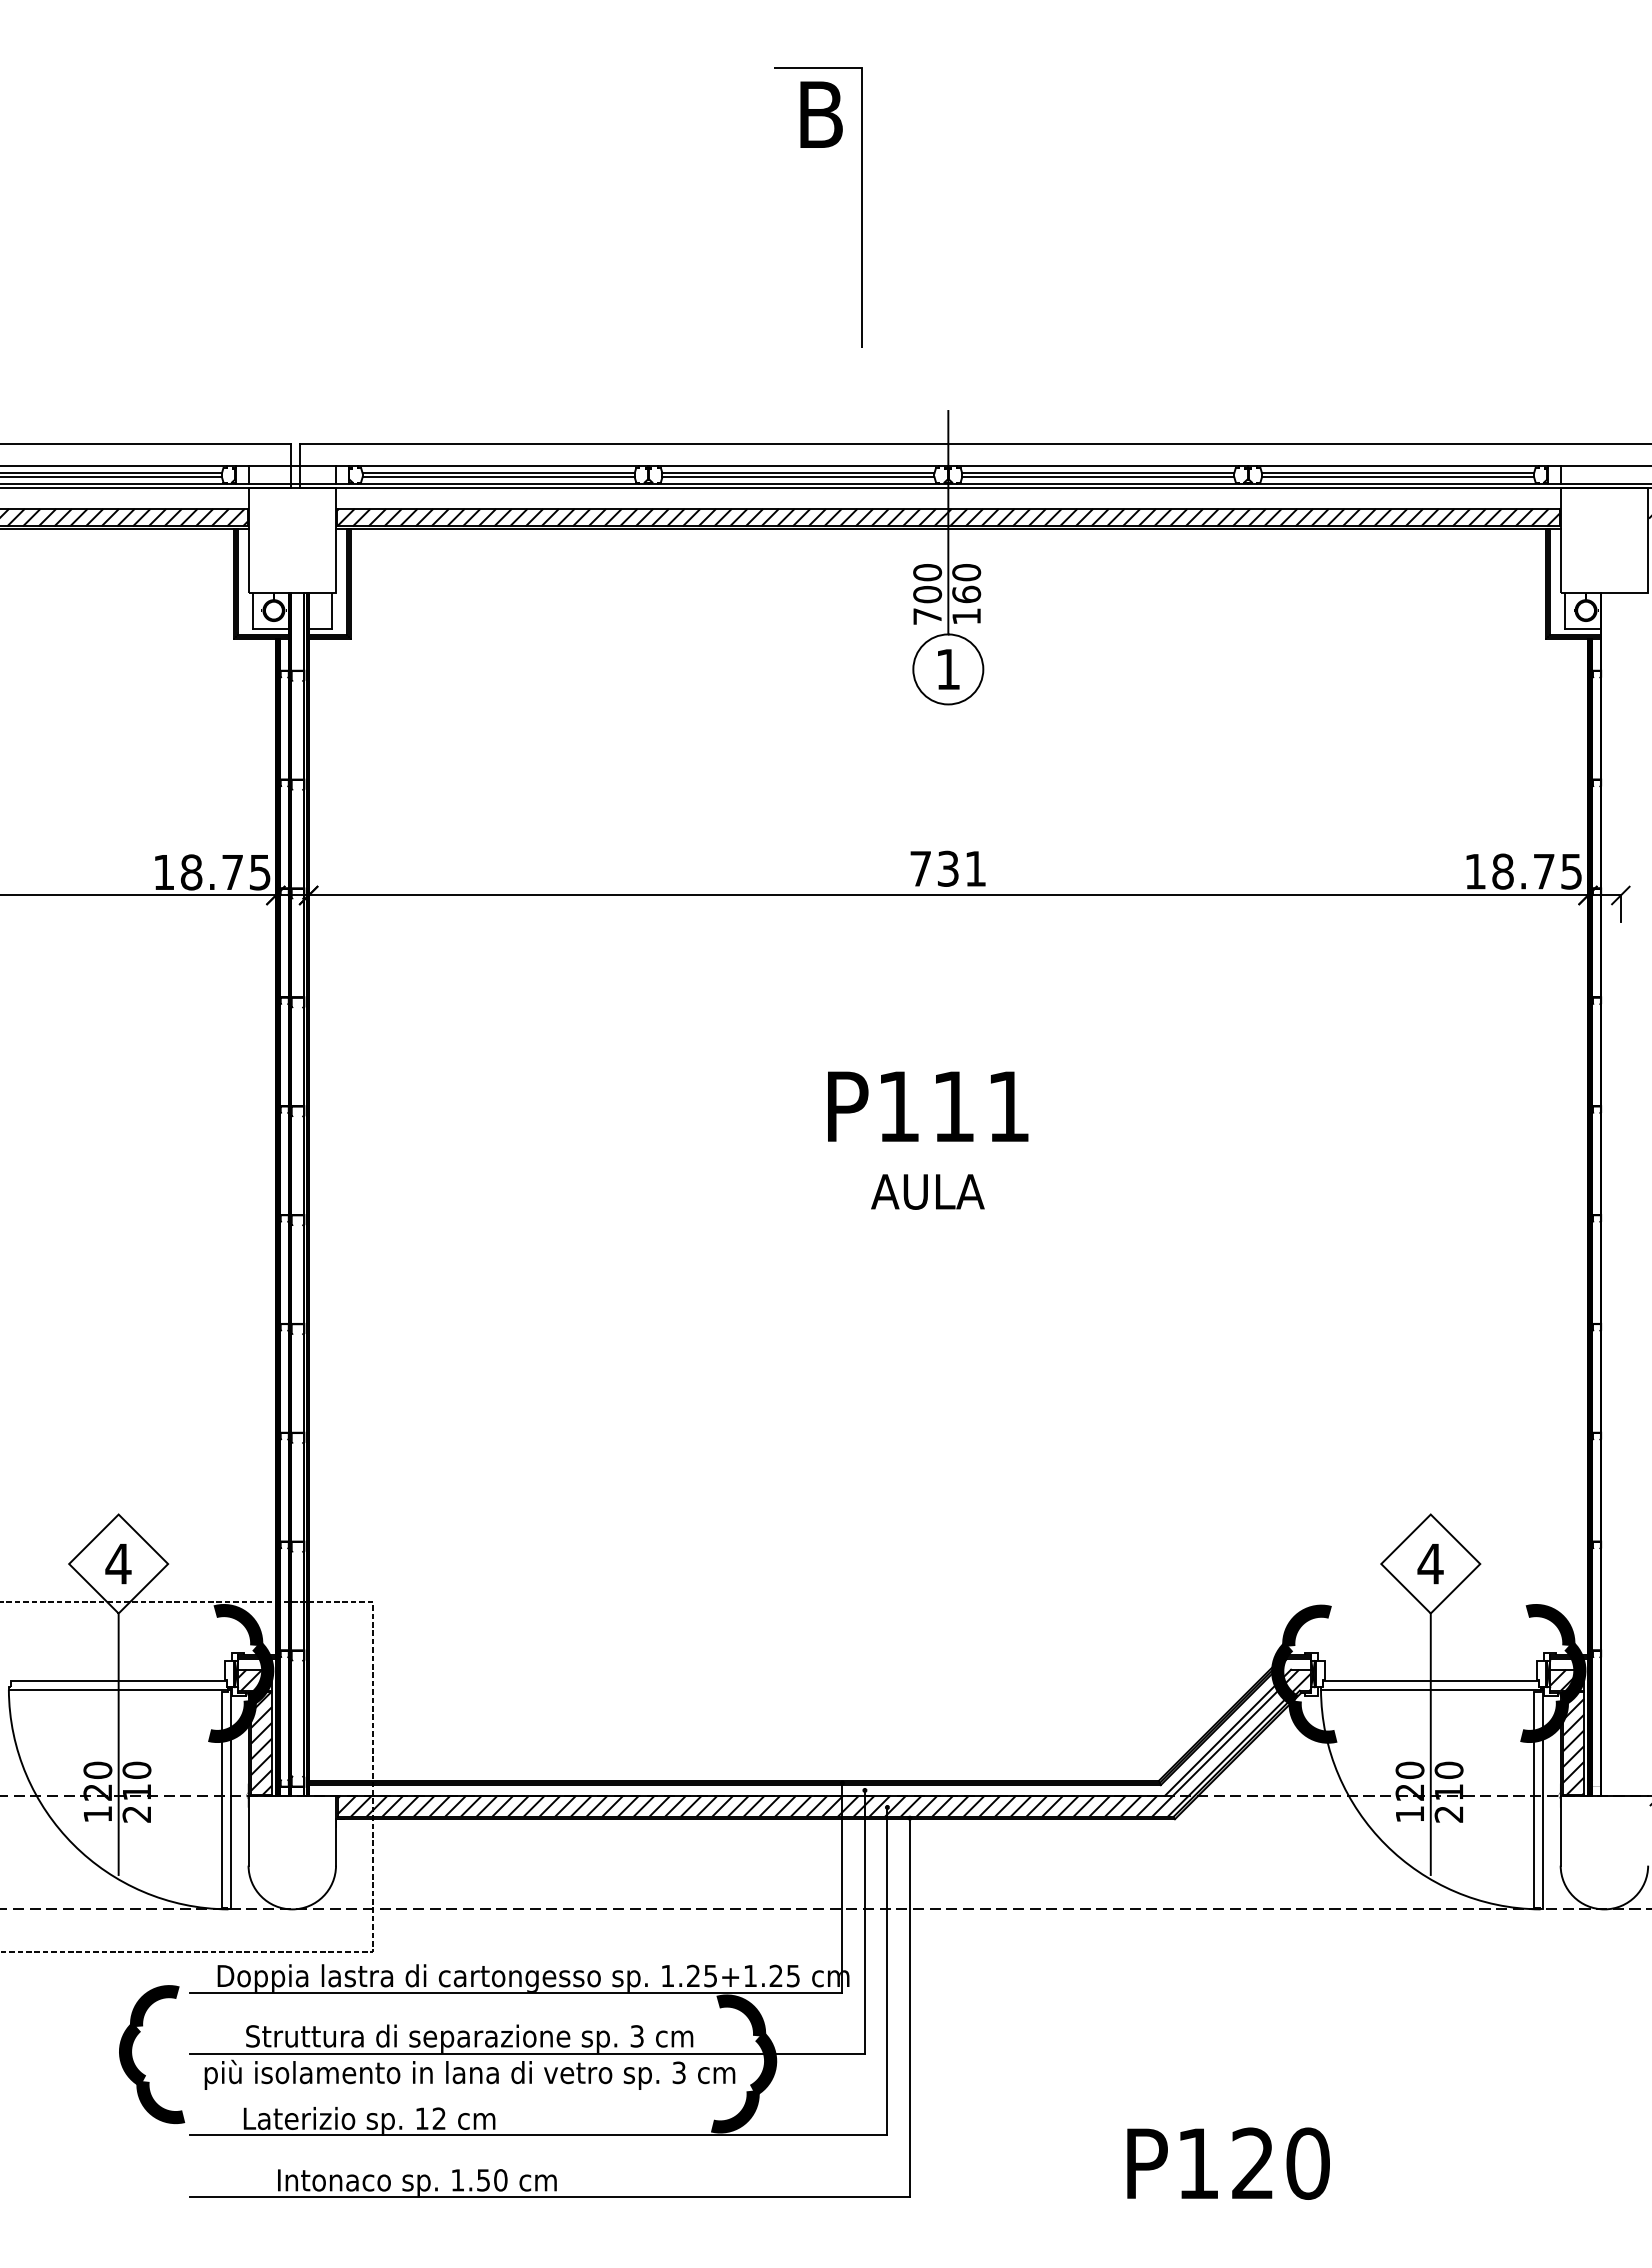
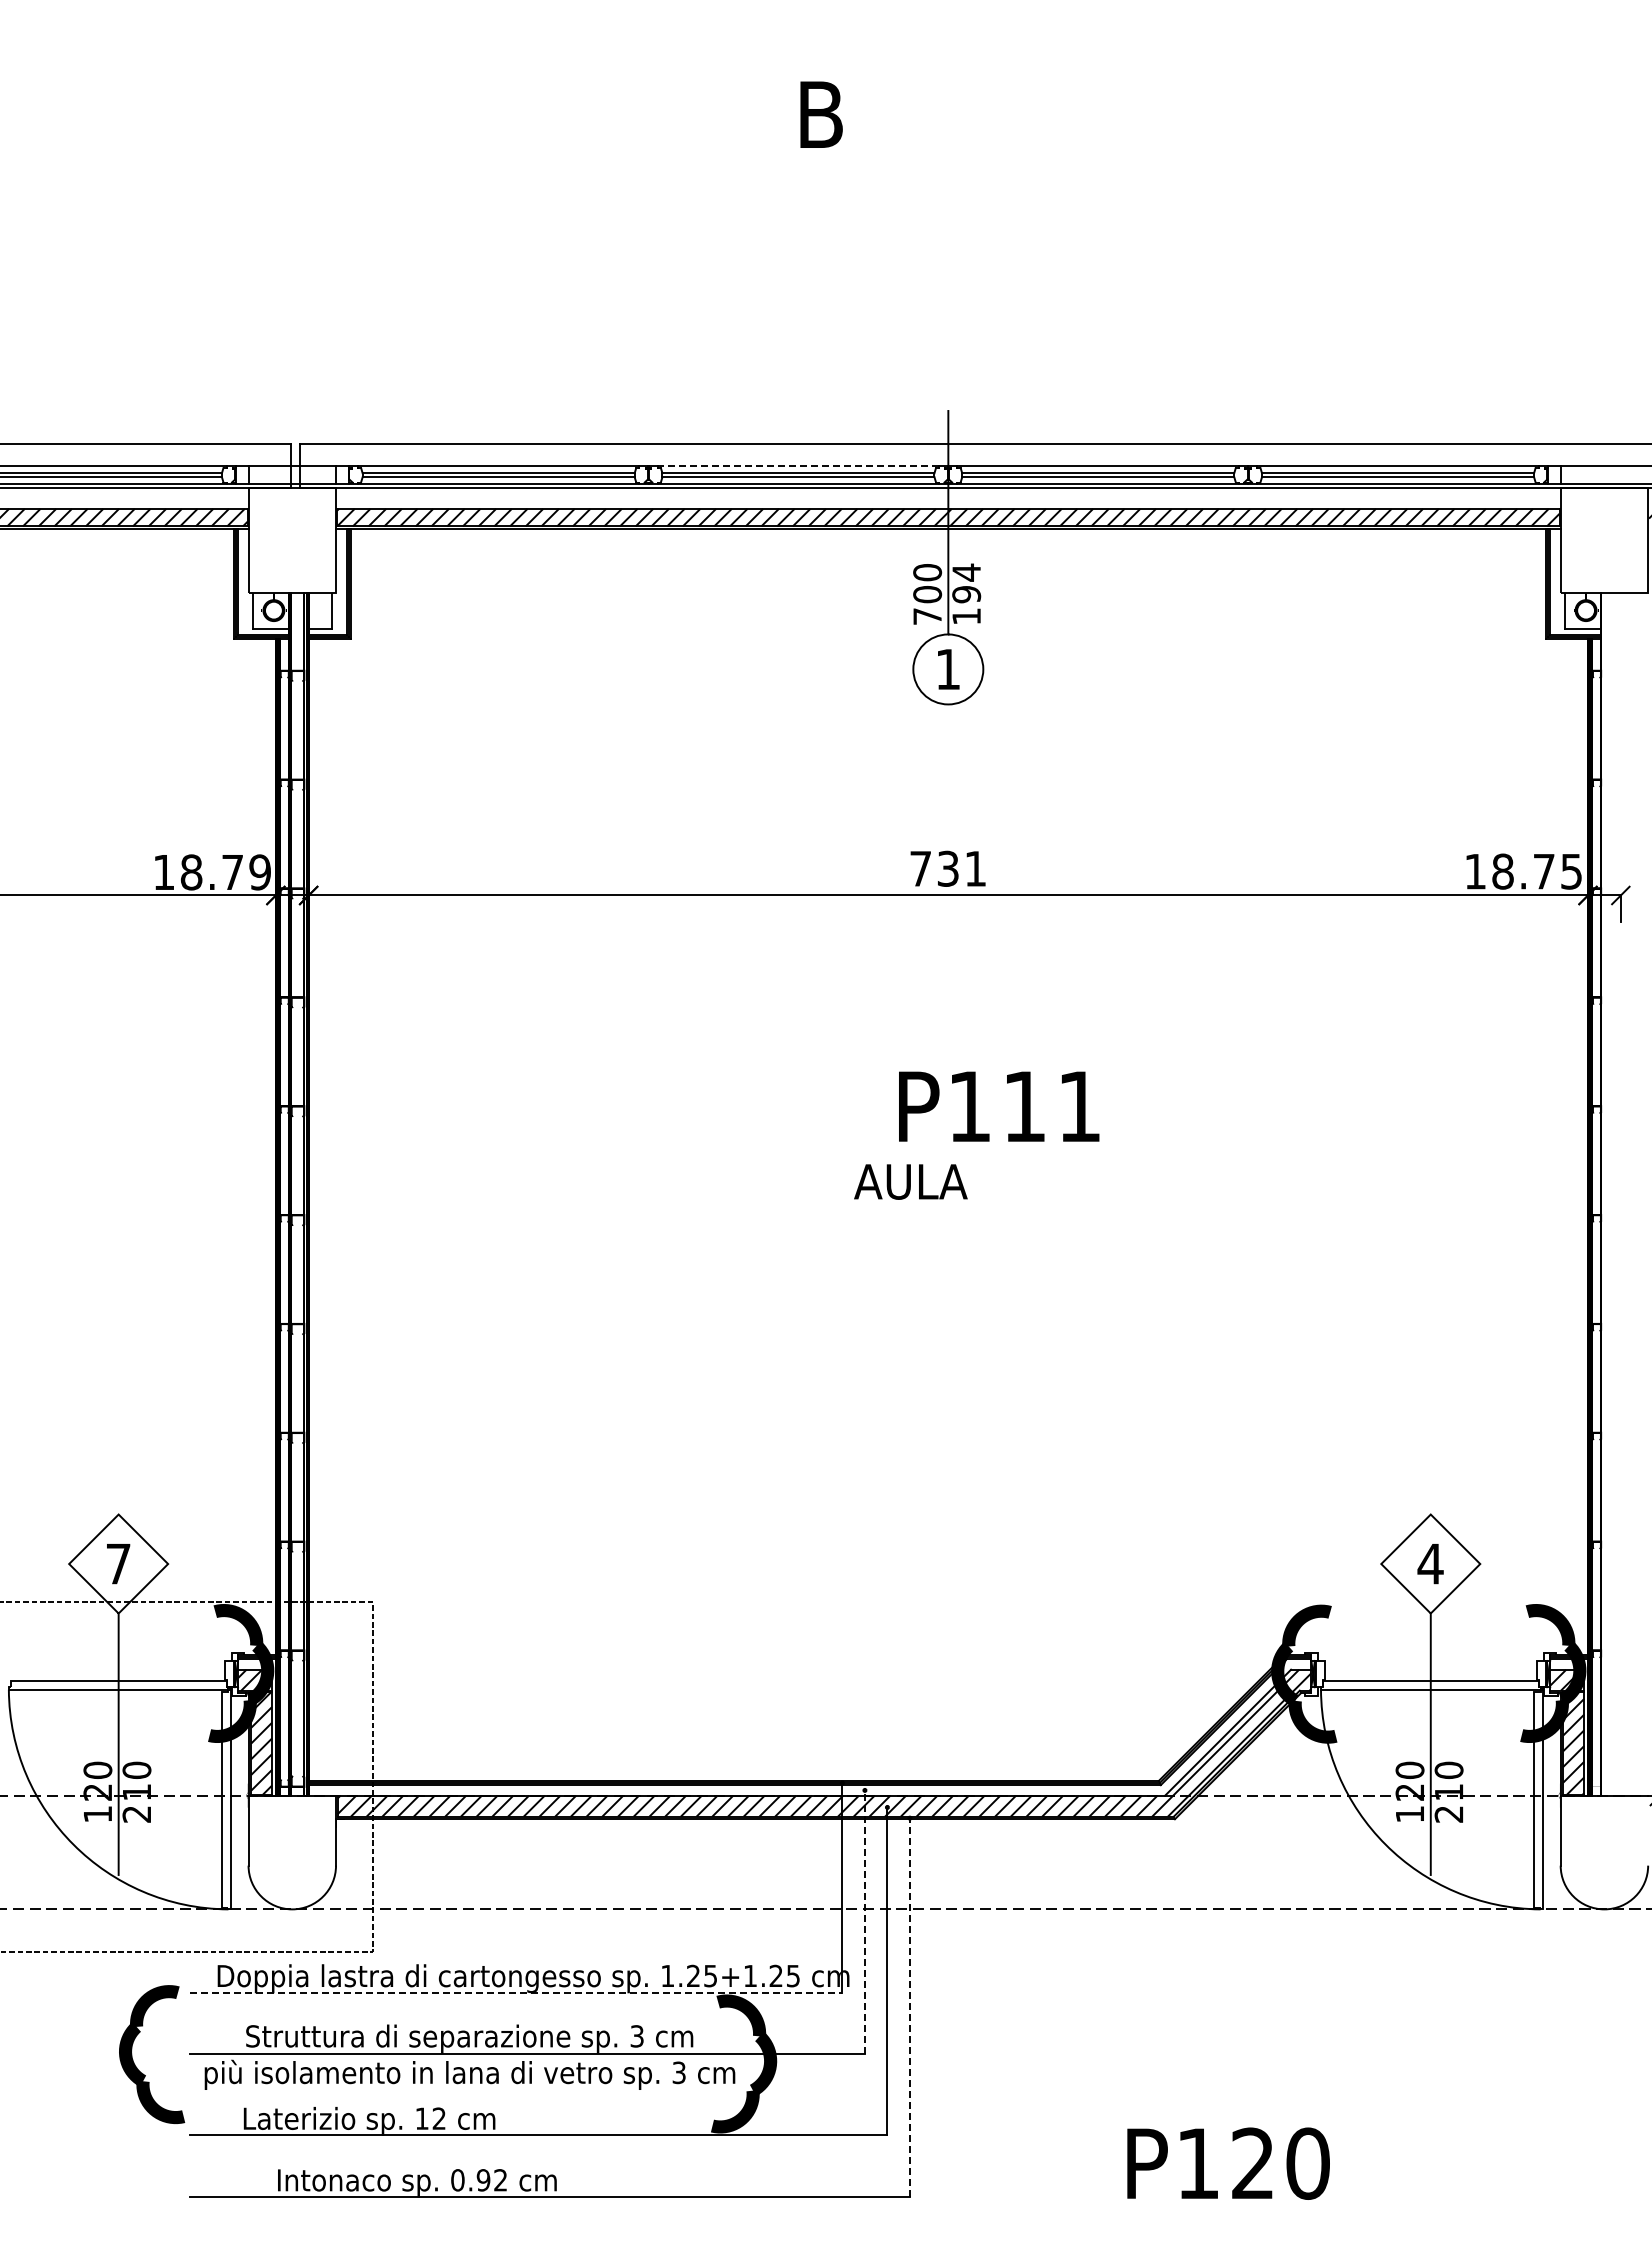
line at (861, 207): present -> none
line at (798, 466): solid -> dashed
text at (966, 583): 160 -> 194
text at (259, 872): 18.75 -> 18.79
text at (928, 1106) position: (928, 1106) -> (999, 1106)
text at (927, 1191) position: (927, 1191) -> (910, 1181)
text at (118, 1564): 4 -> 7
line at (864, 1922): solid -> dashed
line at (516, 1992): solid -> dashed
line at (909, 2007): solid -> dashed
text at (479, 2180): 1.50 -> 0.92
